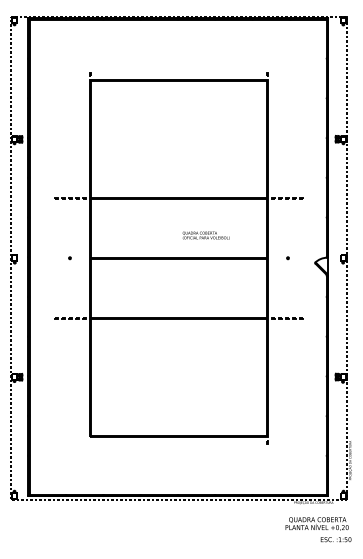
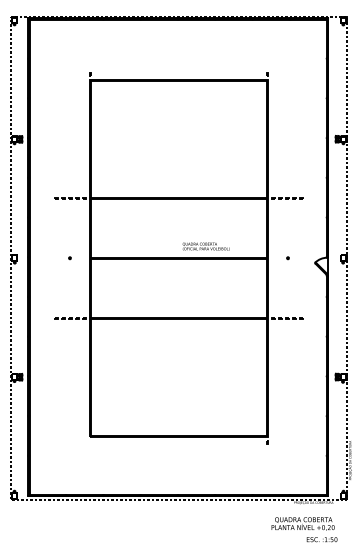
text at (205, 235) position: (205, 235) -> (205, 246)
text at (318, 529) position: (318, 529) -> (304, 529)
